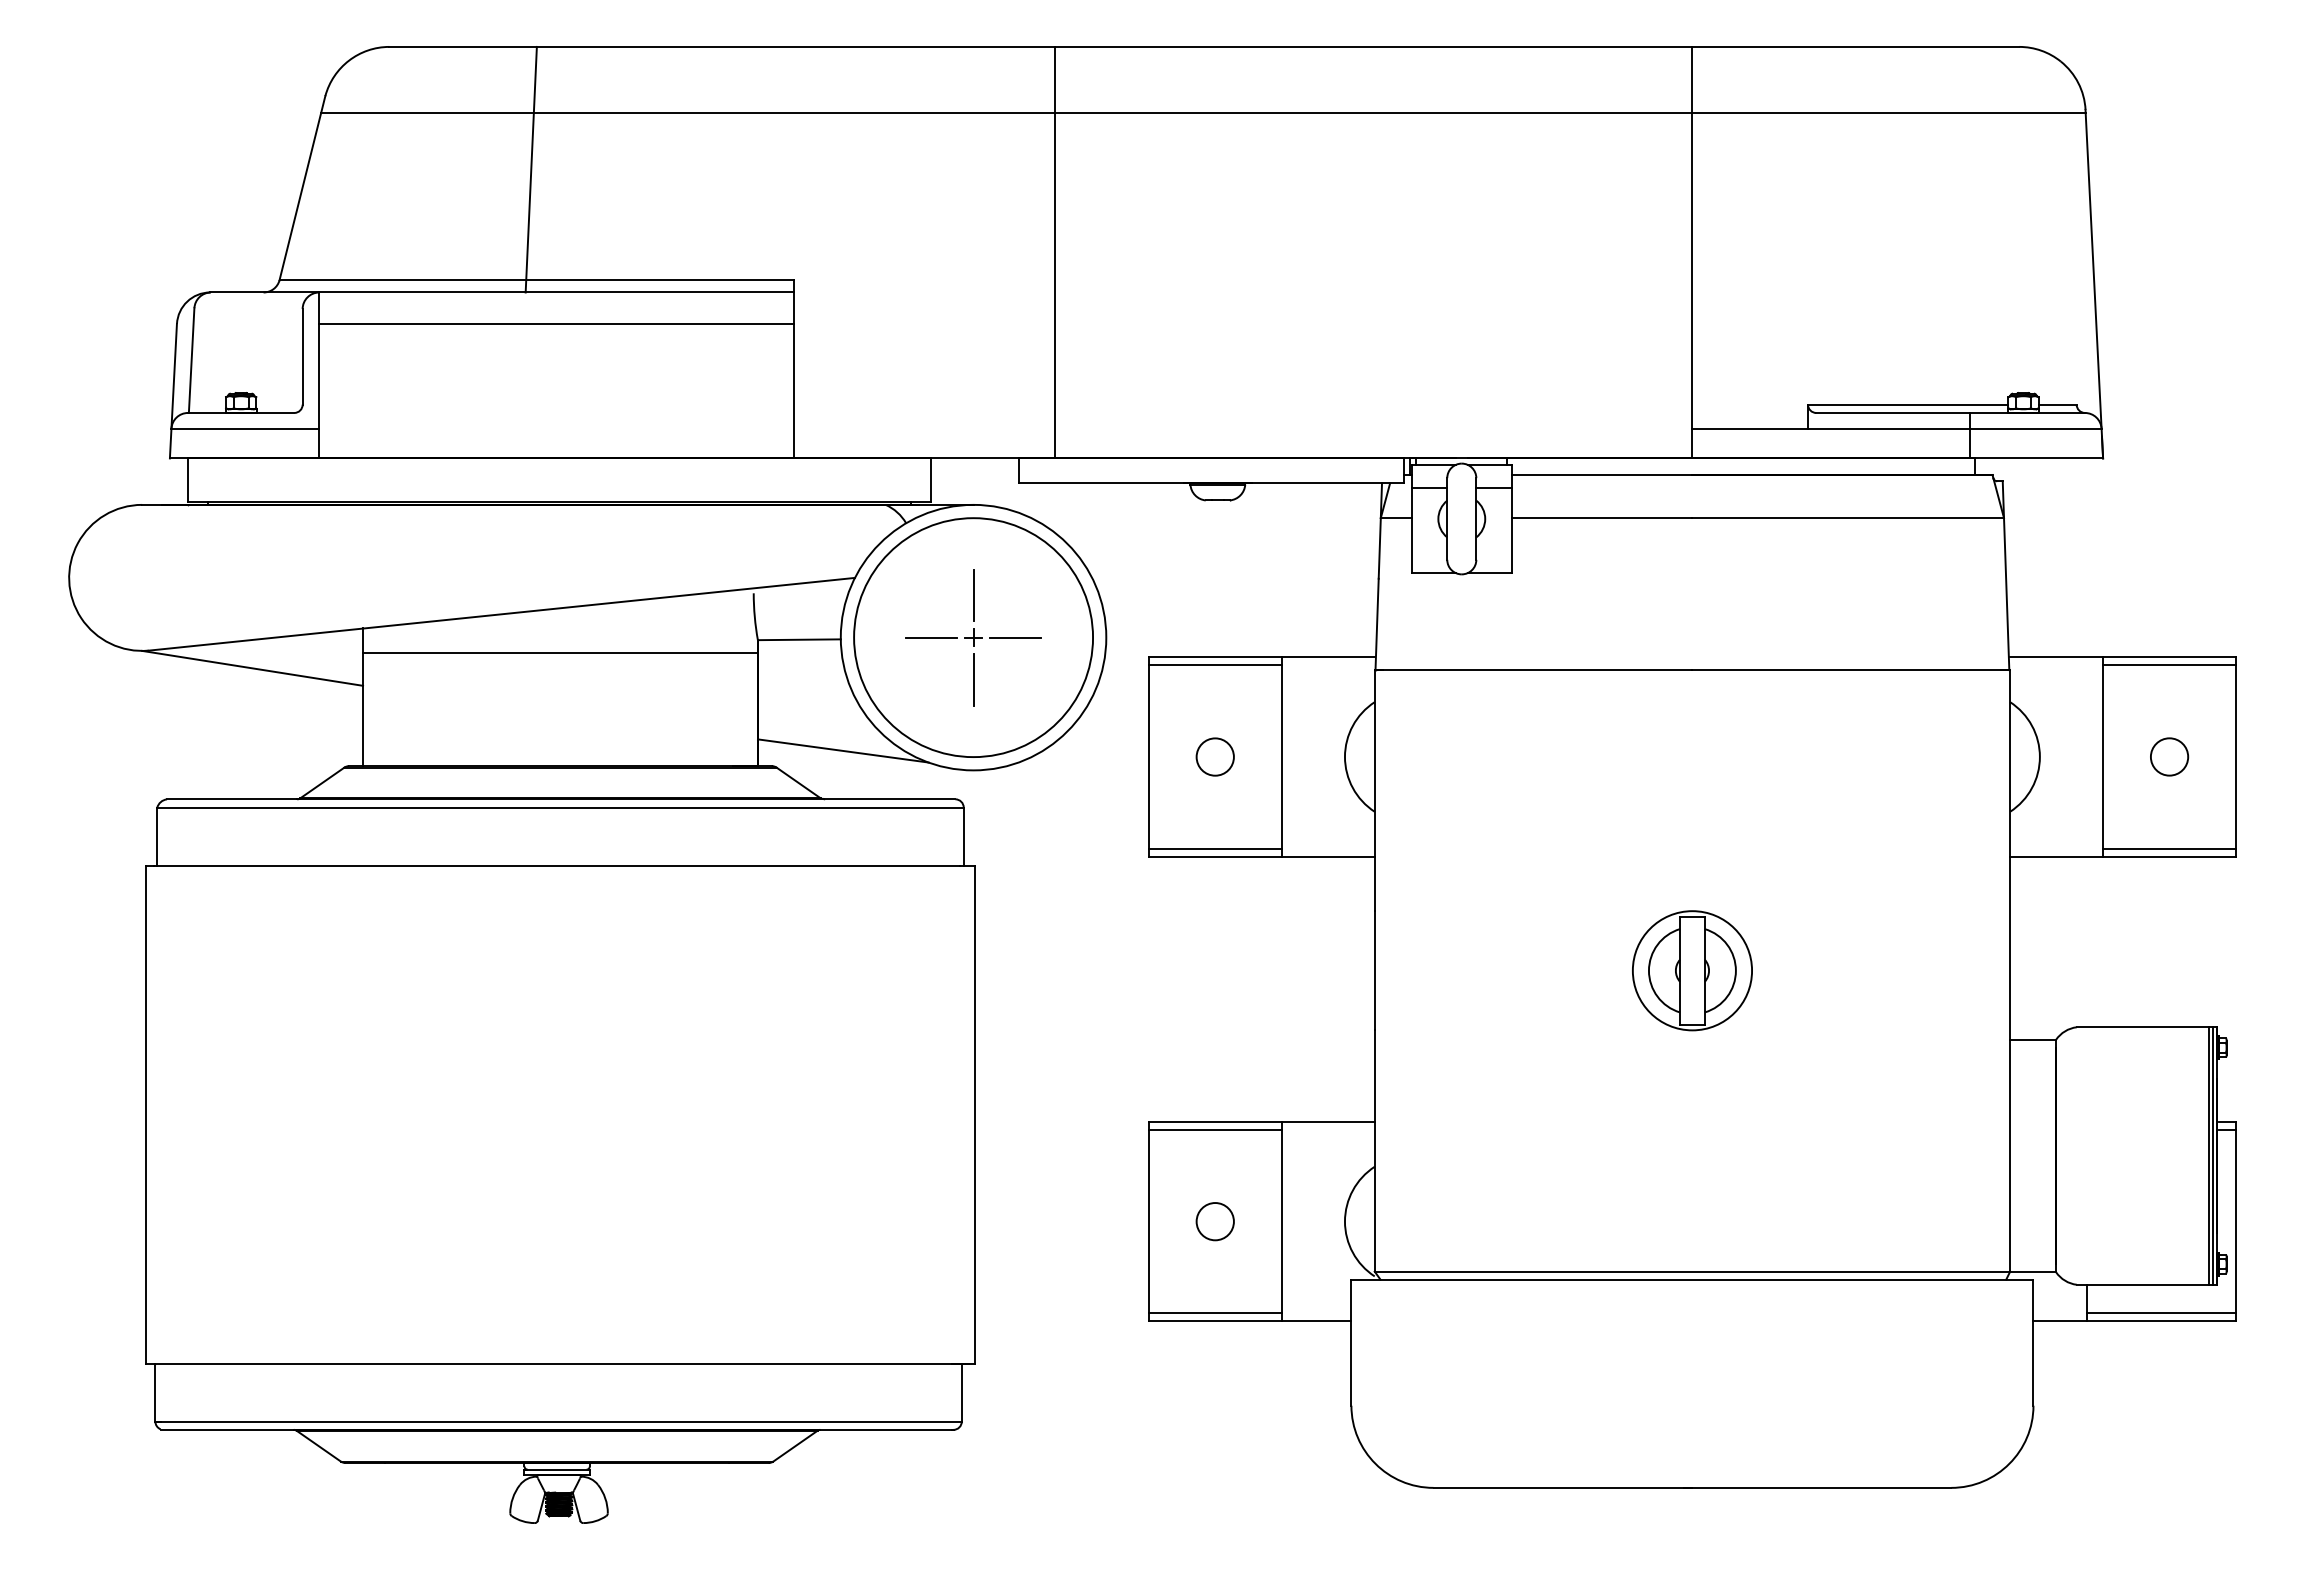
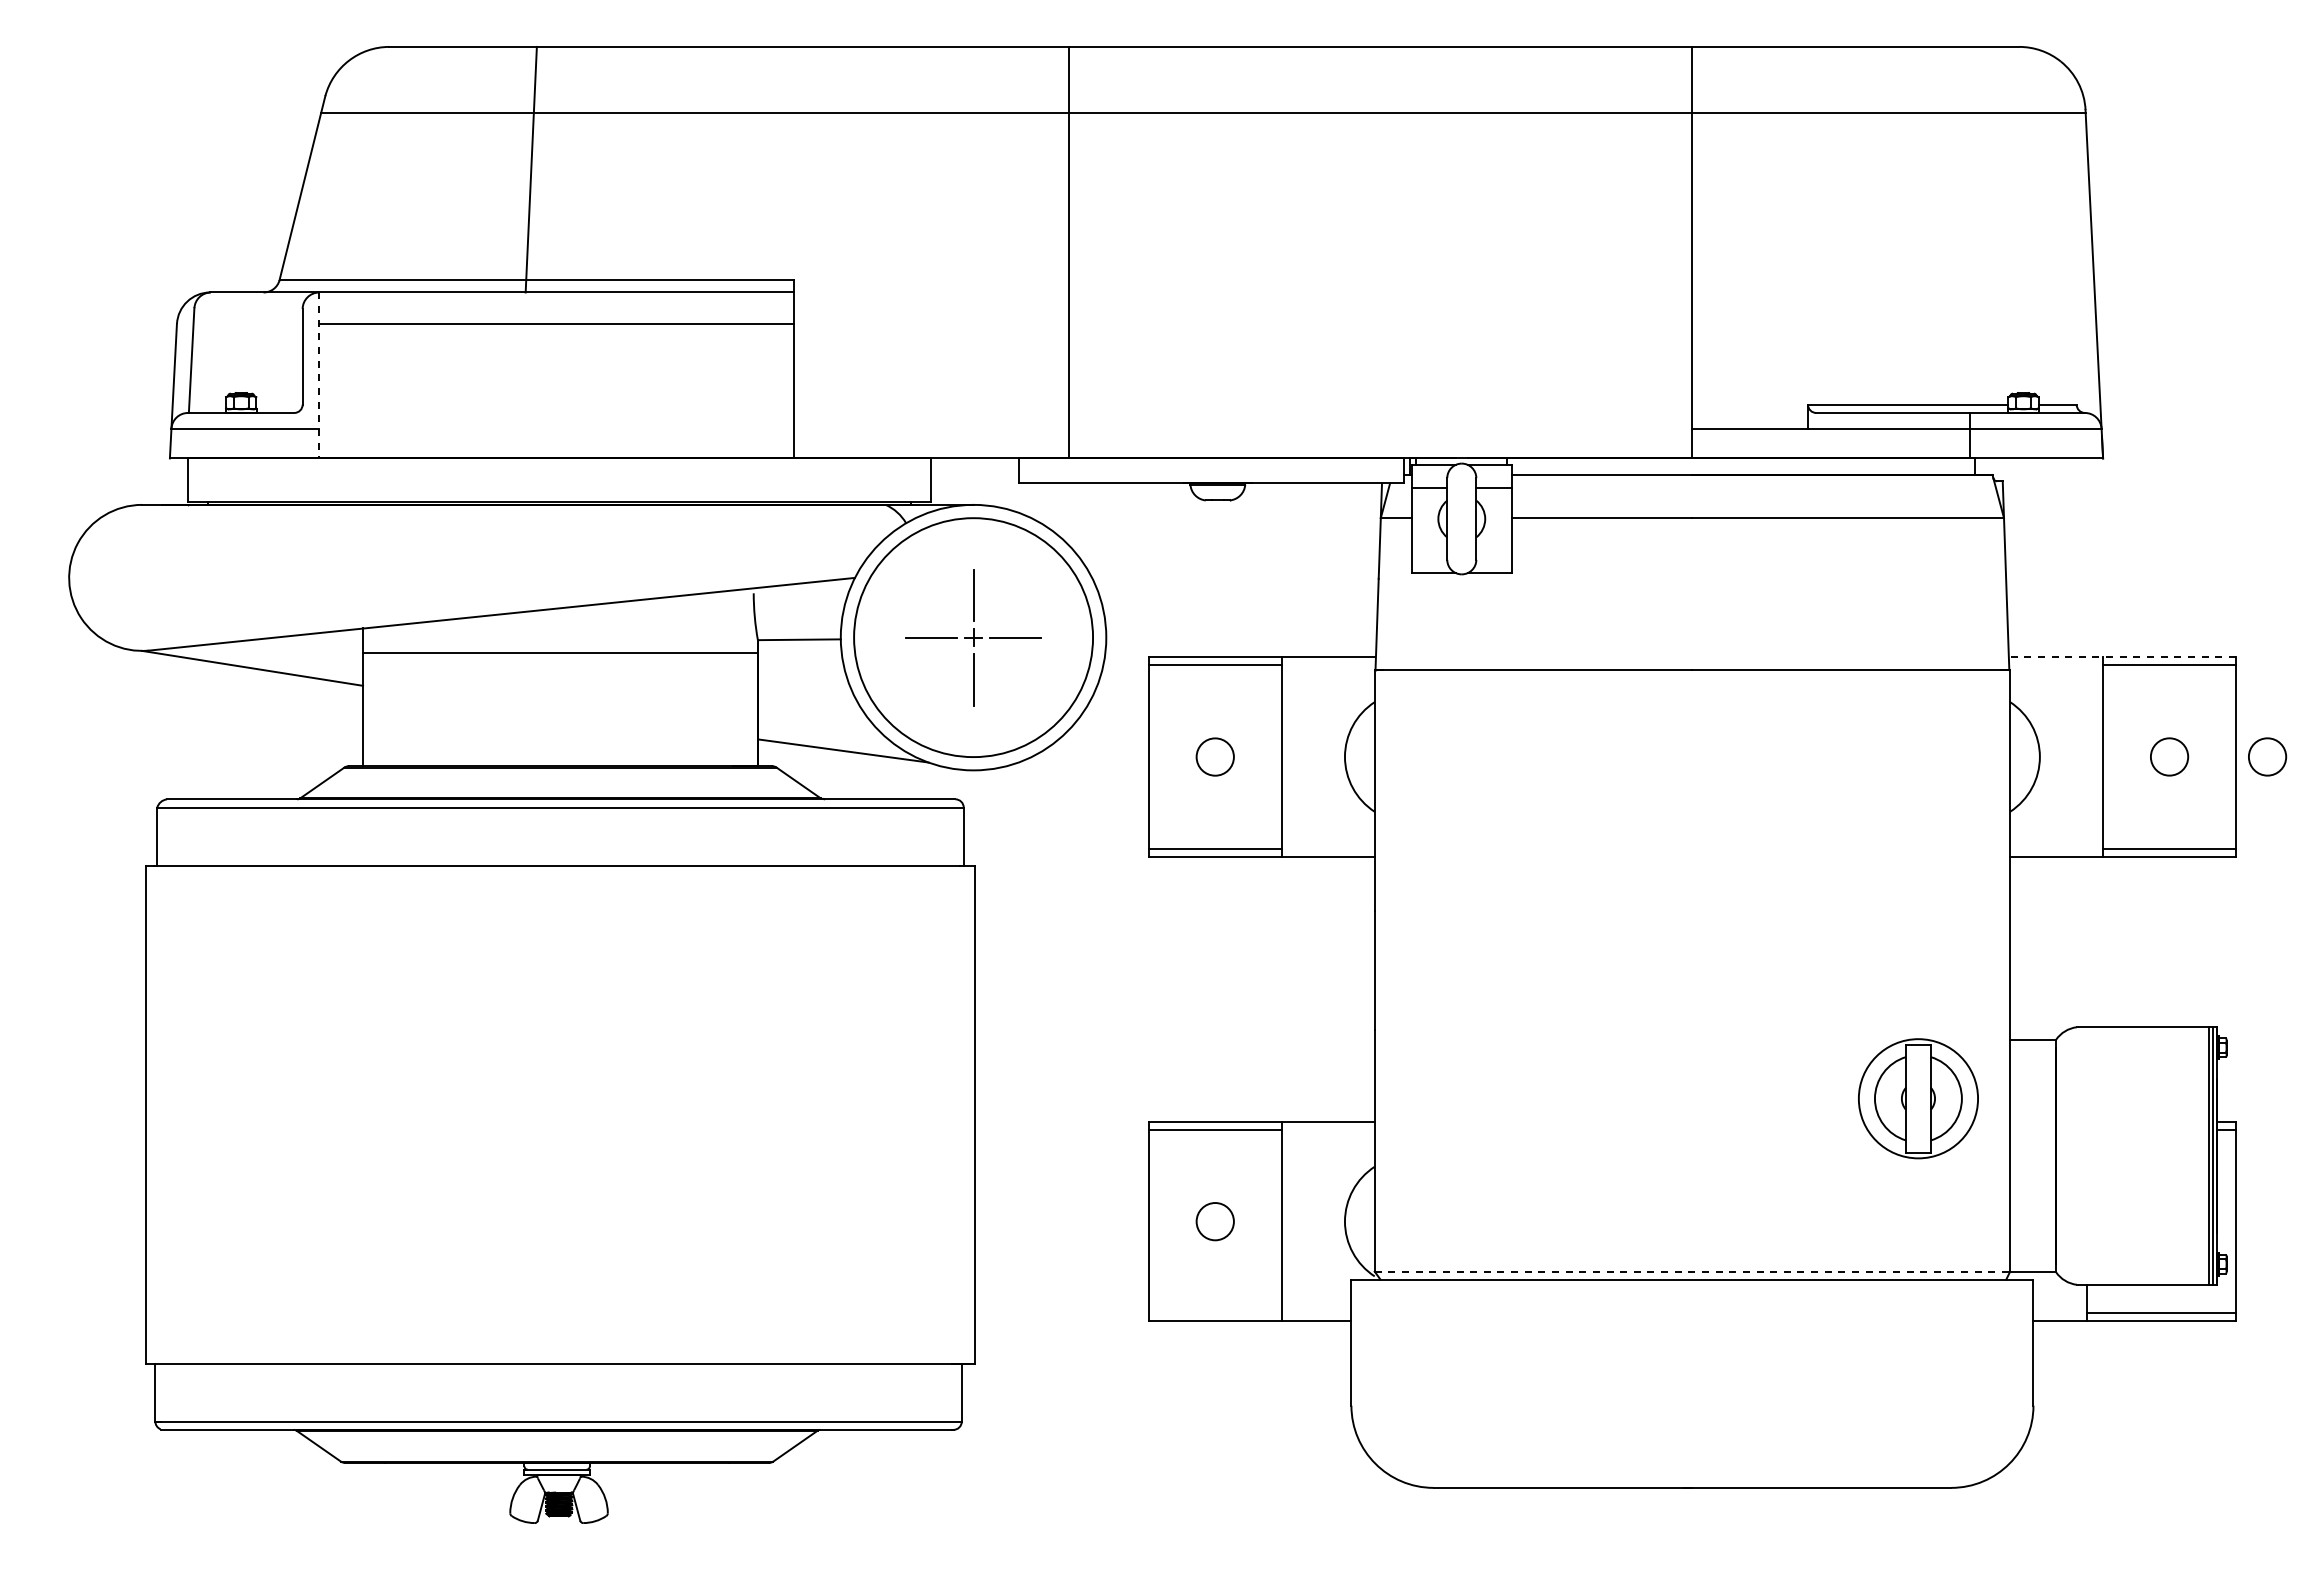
line at (1055, 252) position: (1055, 252) -> (1069, 252)
line at (319, 375): solid -> dashed
line at (2123, 657): solid -> dashed
circle at (2267, 756): none -> present
part at (1692, 970) position: (1692, 970) -> (1918, 1098)
line at (1692, 1271): solid -> dashed
line at (1214, 1313): present -> none
